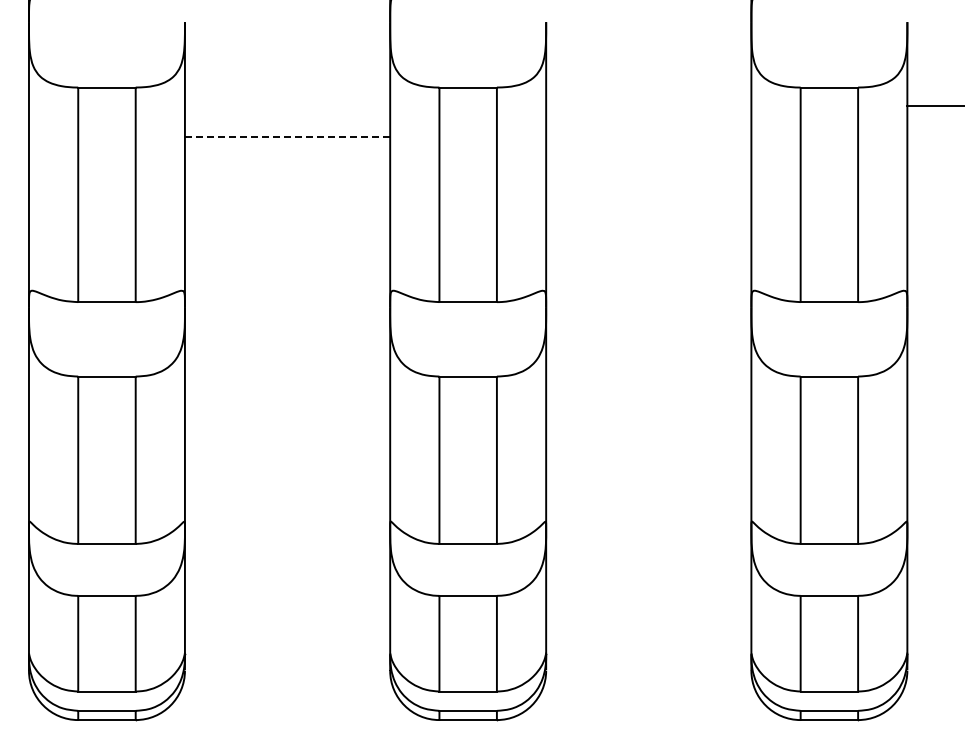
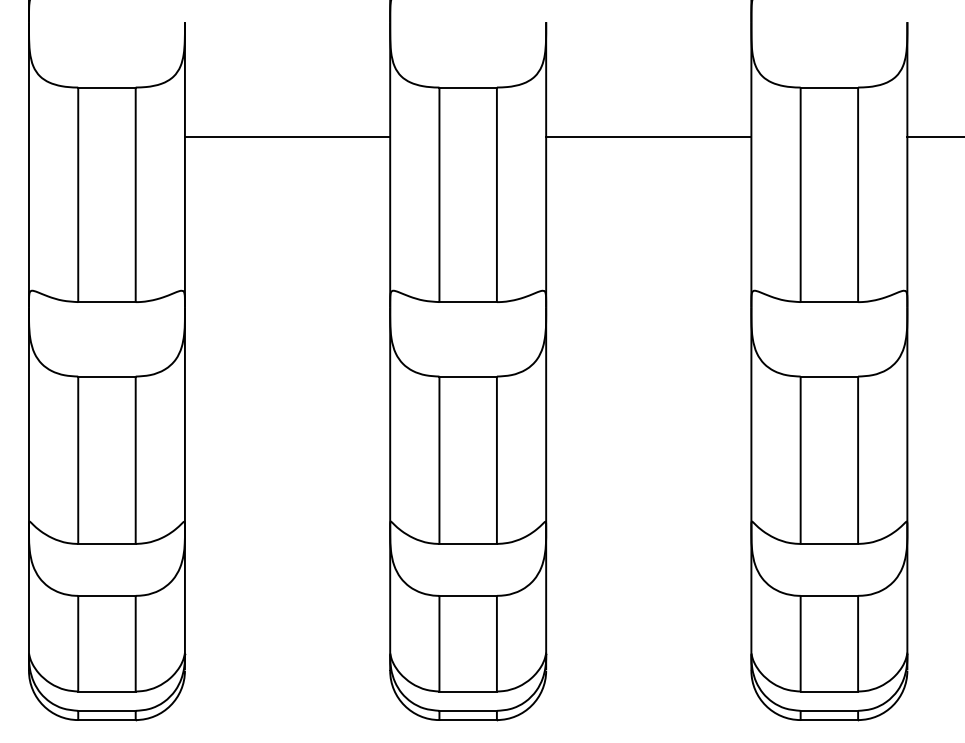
line at (934, 106) position: (934, 106) -> (934, 137)
line at (287, 137): dashed -> solid
line at (648, 137): none -> present
